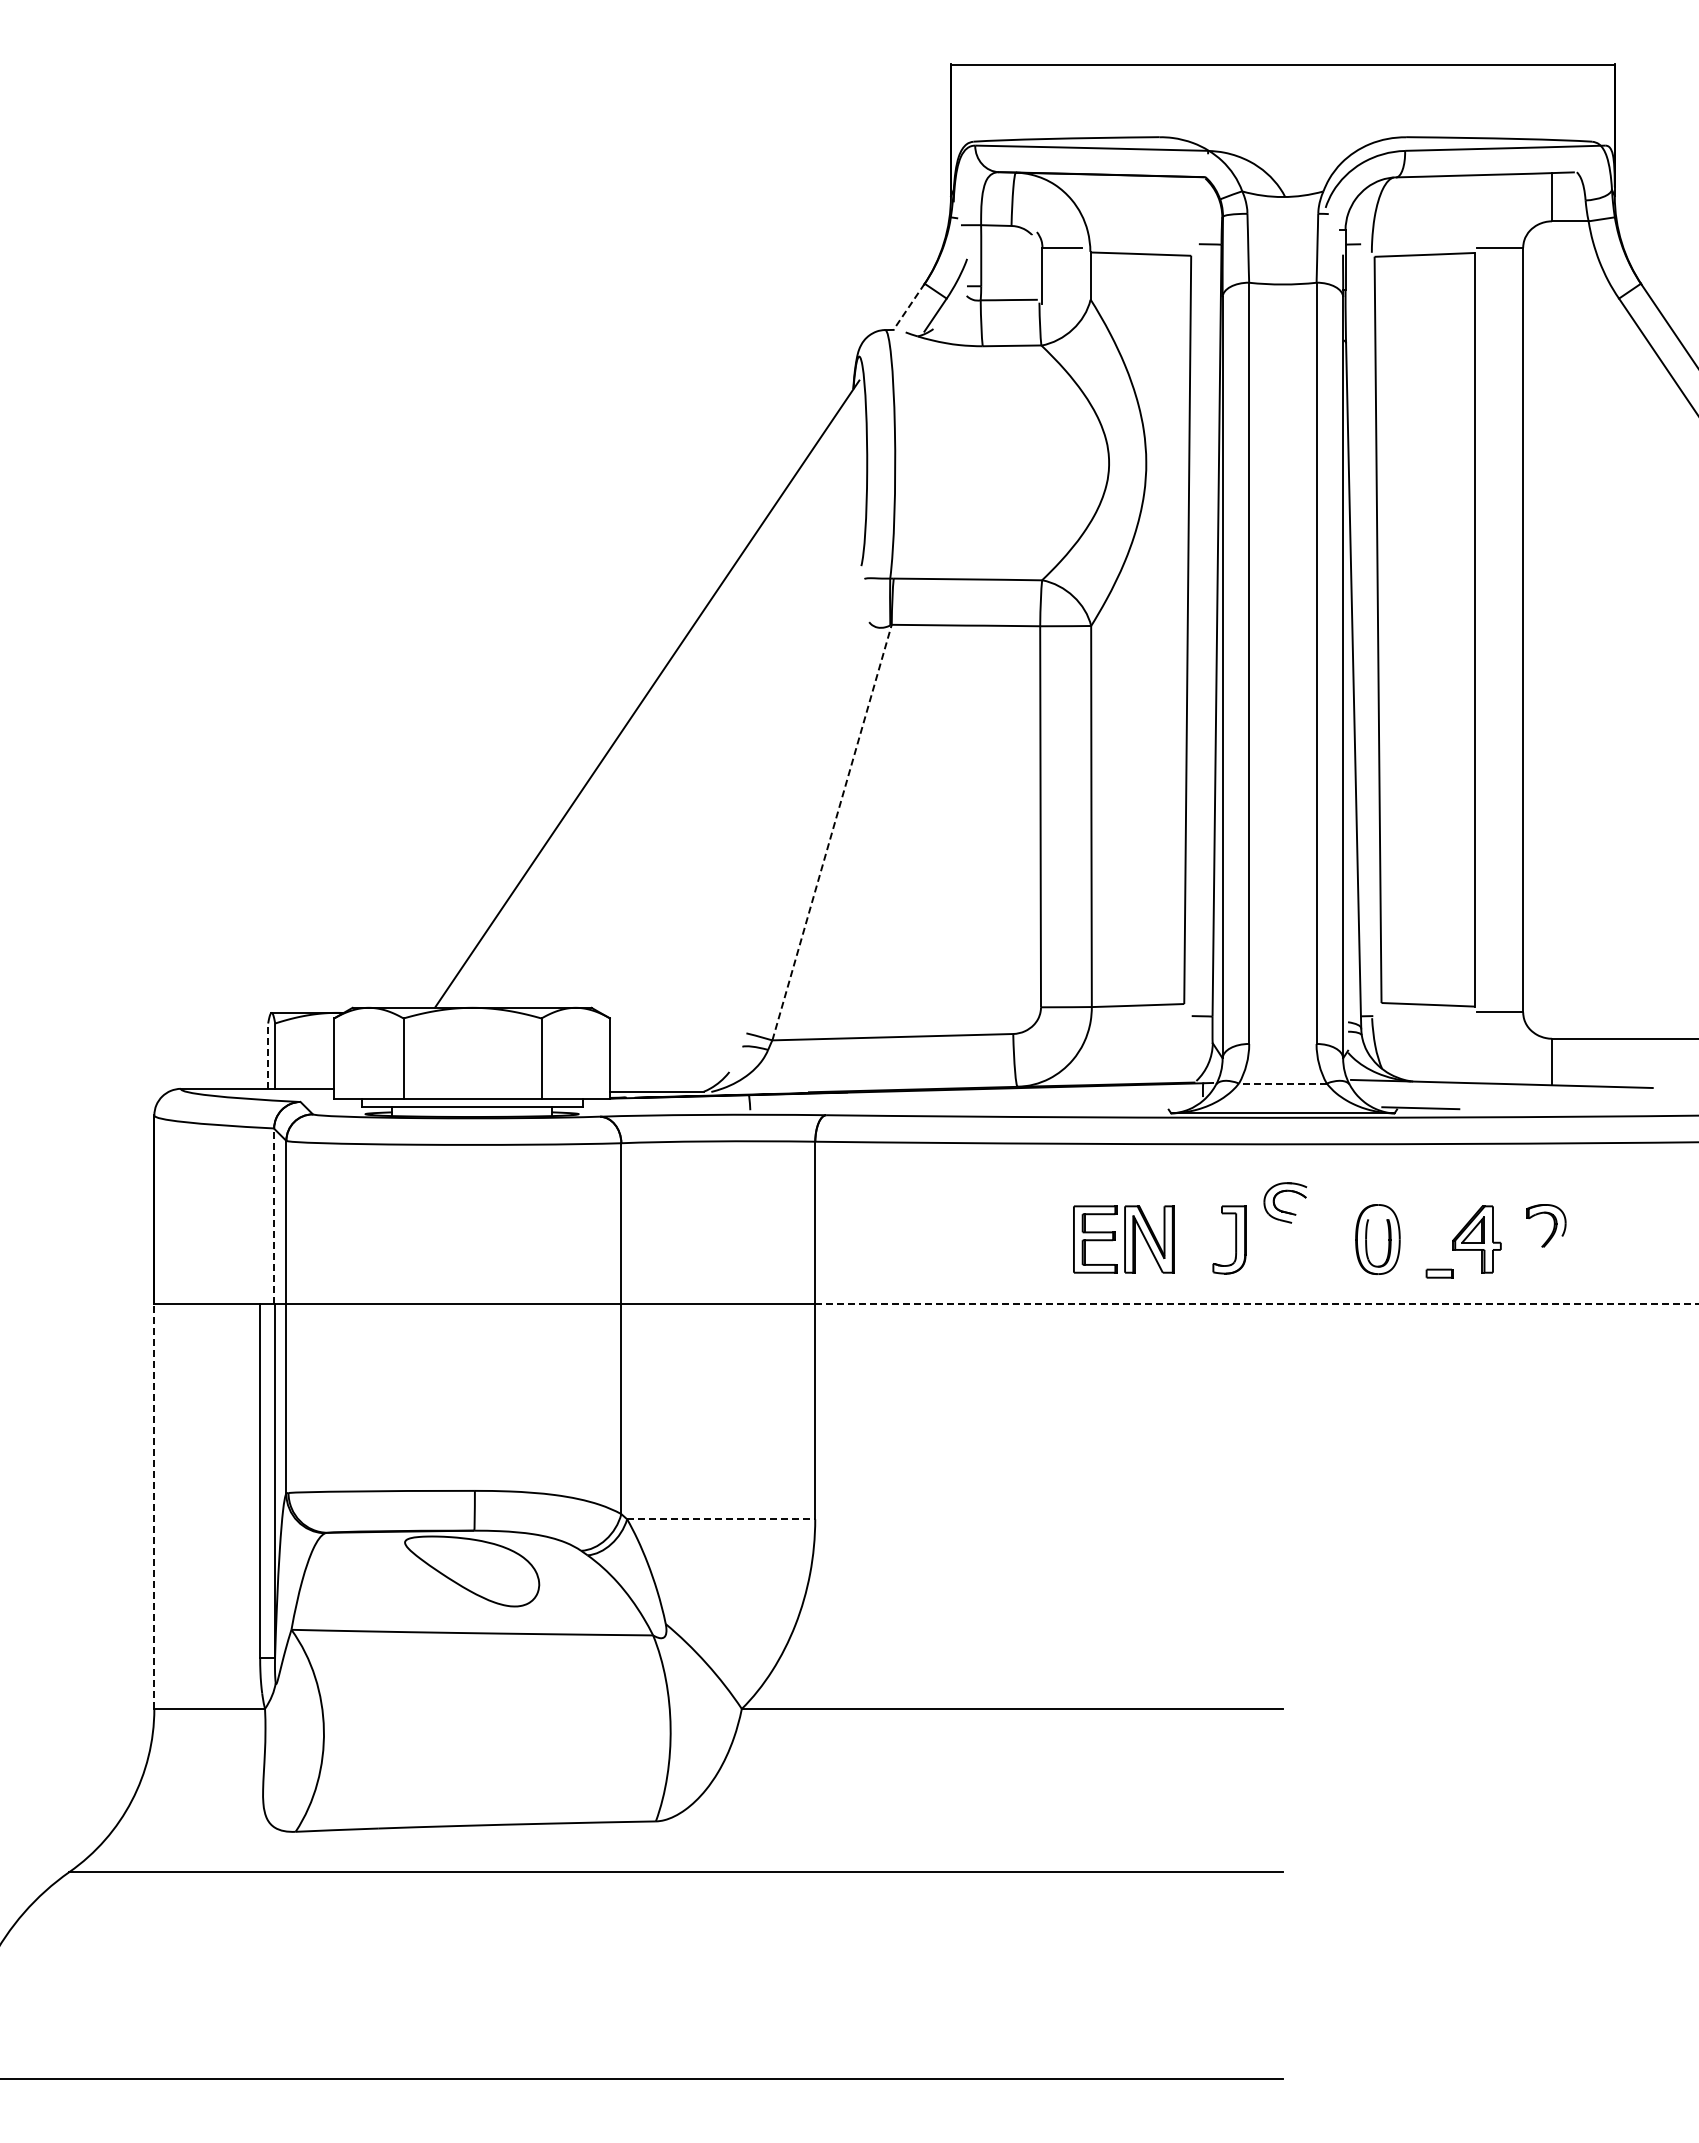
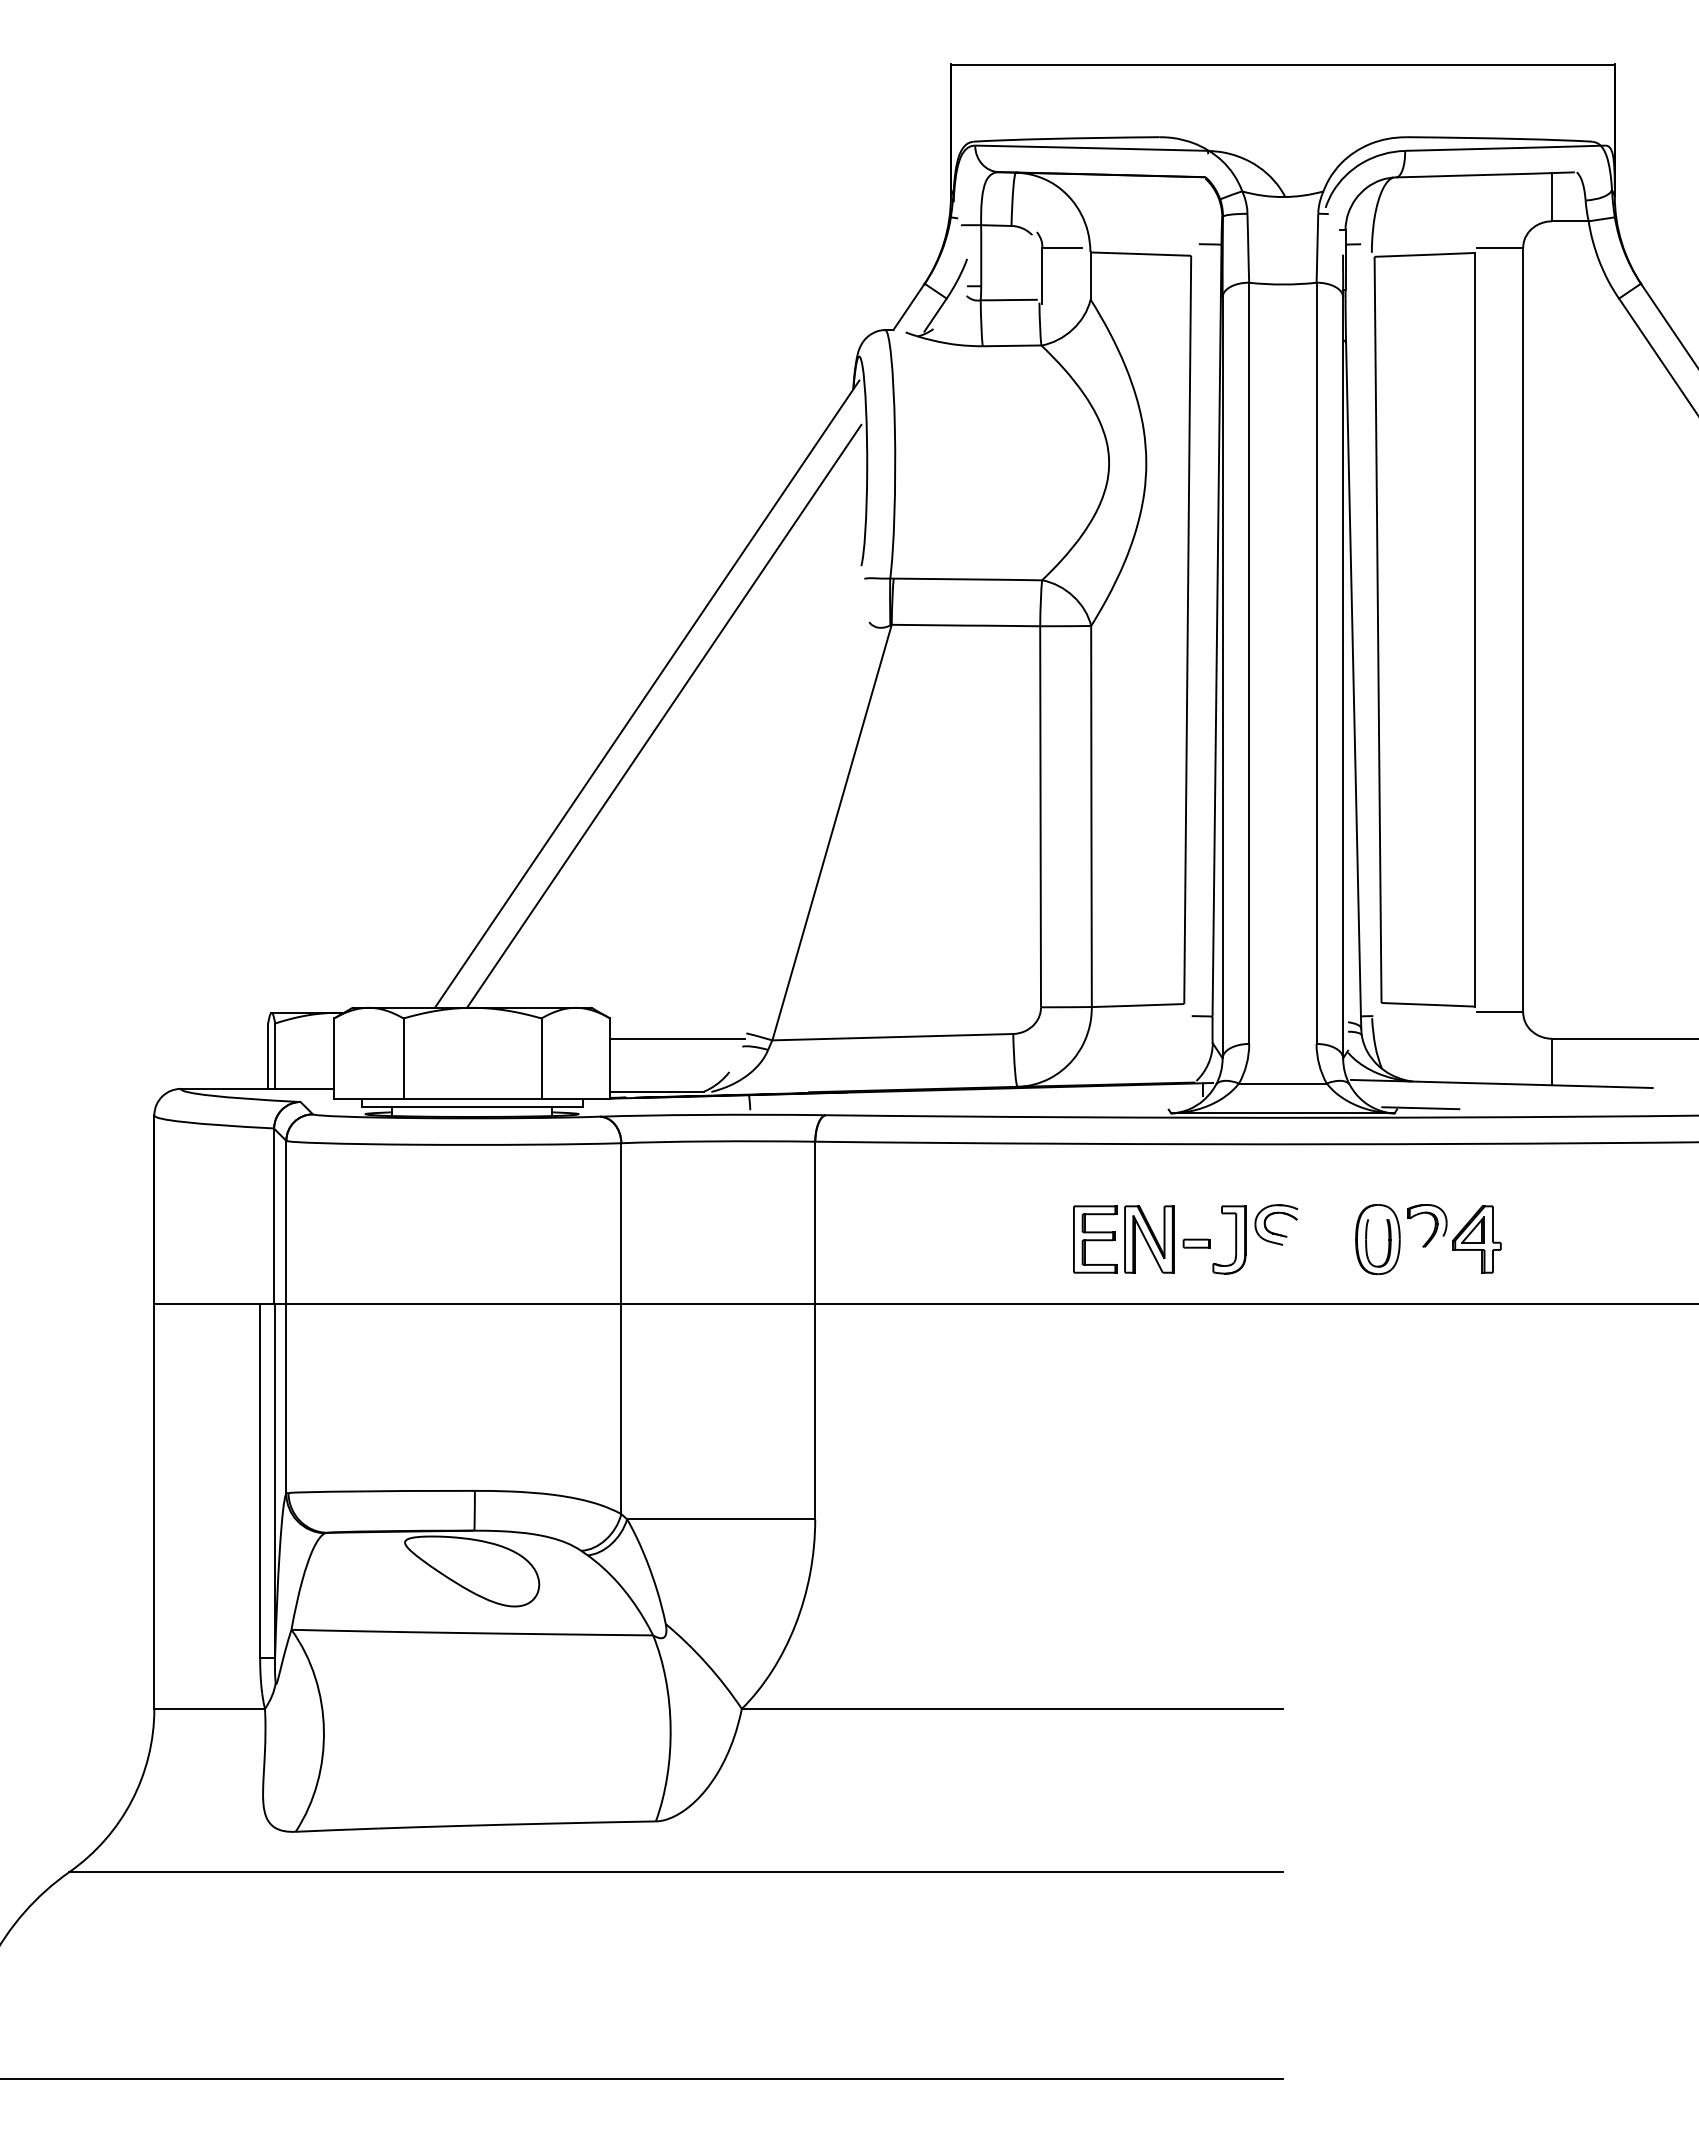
line at (909, 306): dashed -> solid
line at (664, 715): none -> present
line at (832, 832): dashed -> solid
line at (677, 1038): none -> present
line at (268, 1056): dashed -> solid
line at (1282, 1083): dashed -> solid
part at (1283, 1210) position: (1283, 1210) -> (1274, 1232)
line at (274, 1216): dashed -> solid
part at (1553, 1225) position: (1553, 1225) -> (1434, 1225)
part at (1439, 1273) position: (1439, 1273) -> (1196, 1243)
line at (1256, 1304): dashed -> solid
line at (154, 1506): dashed -> solid
line at (721, 1519): dashed -> solid
